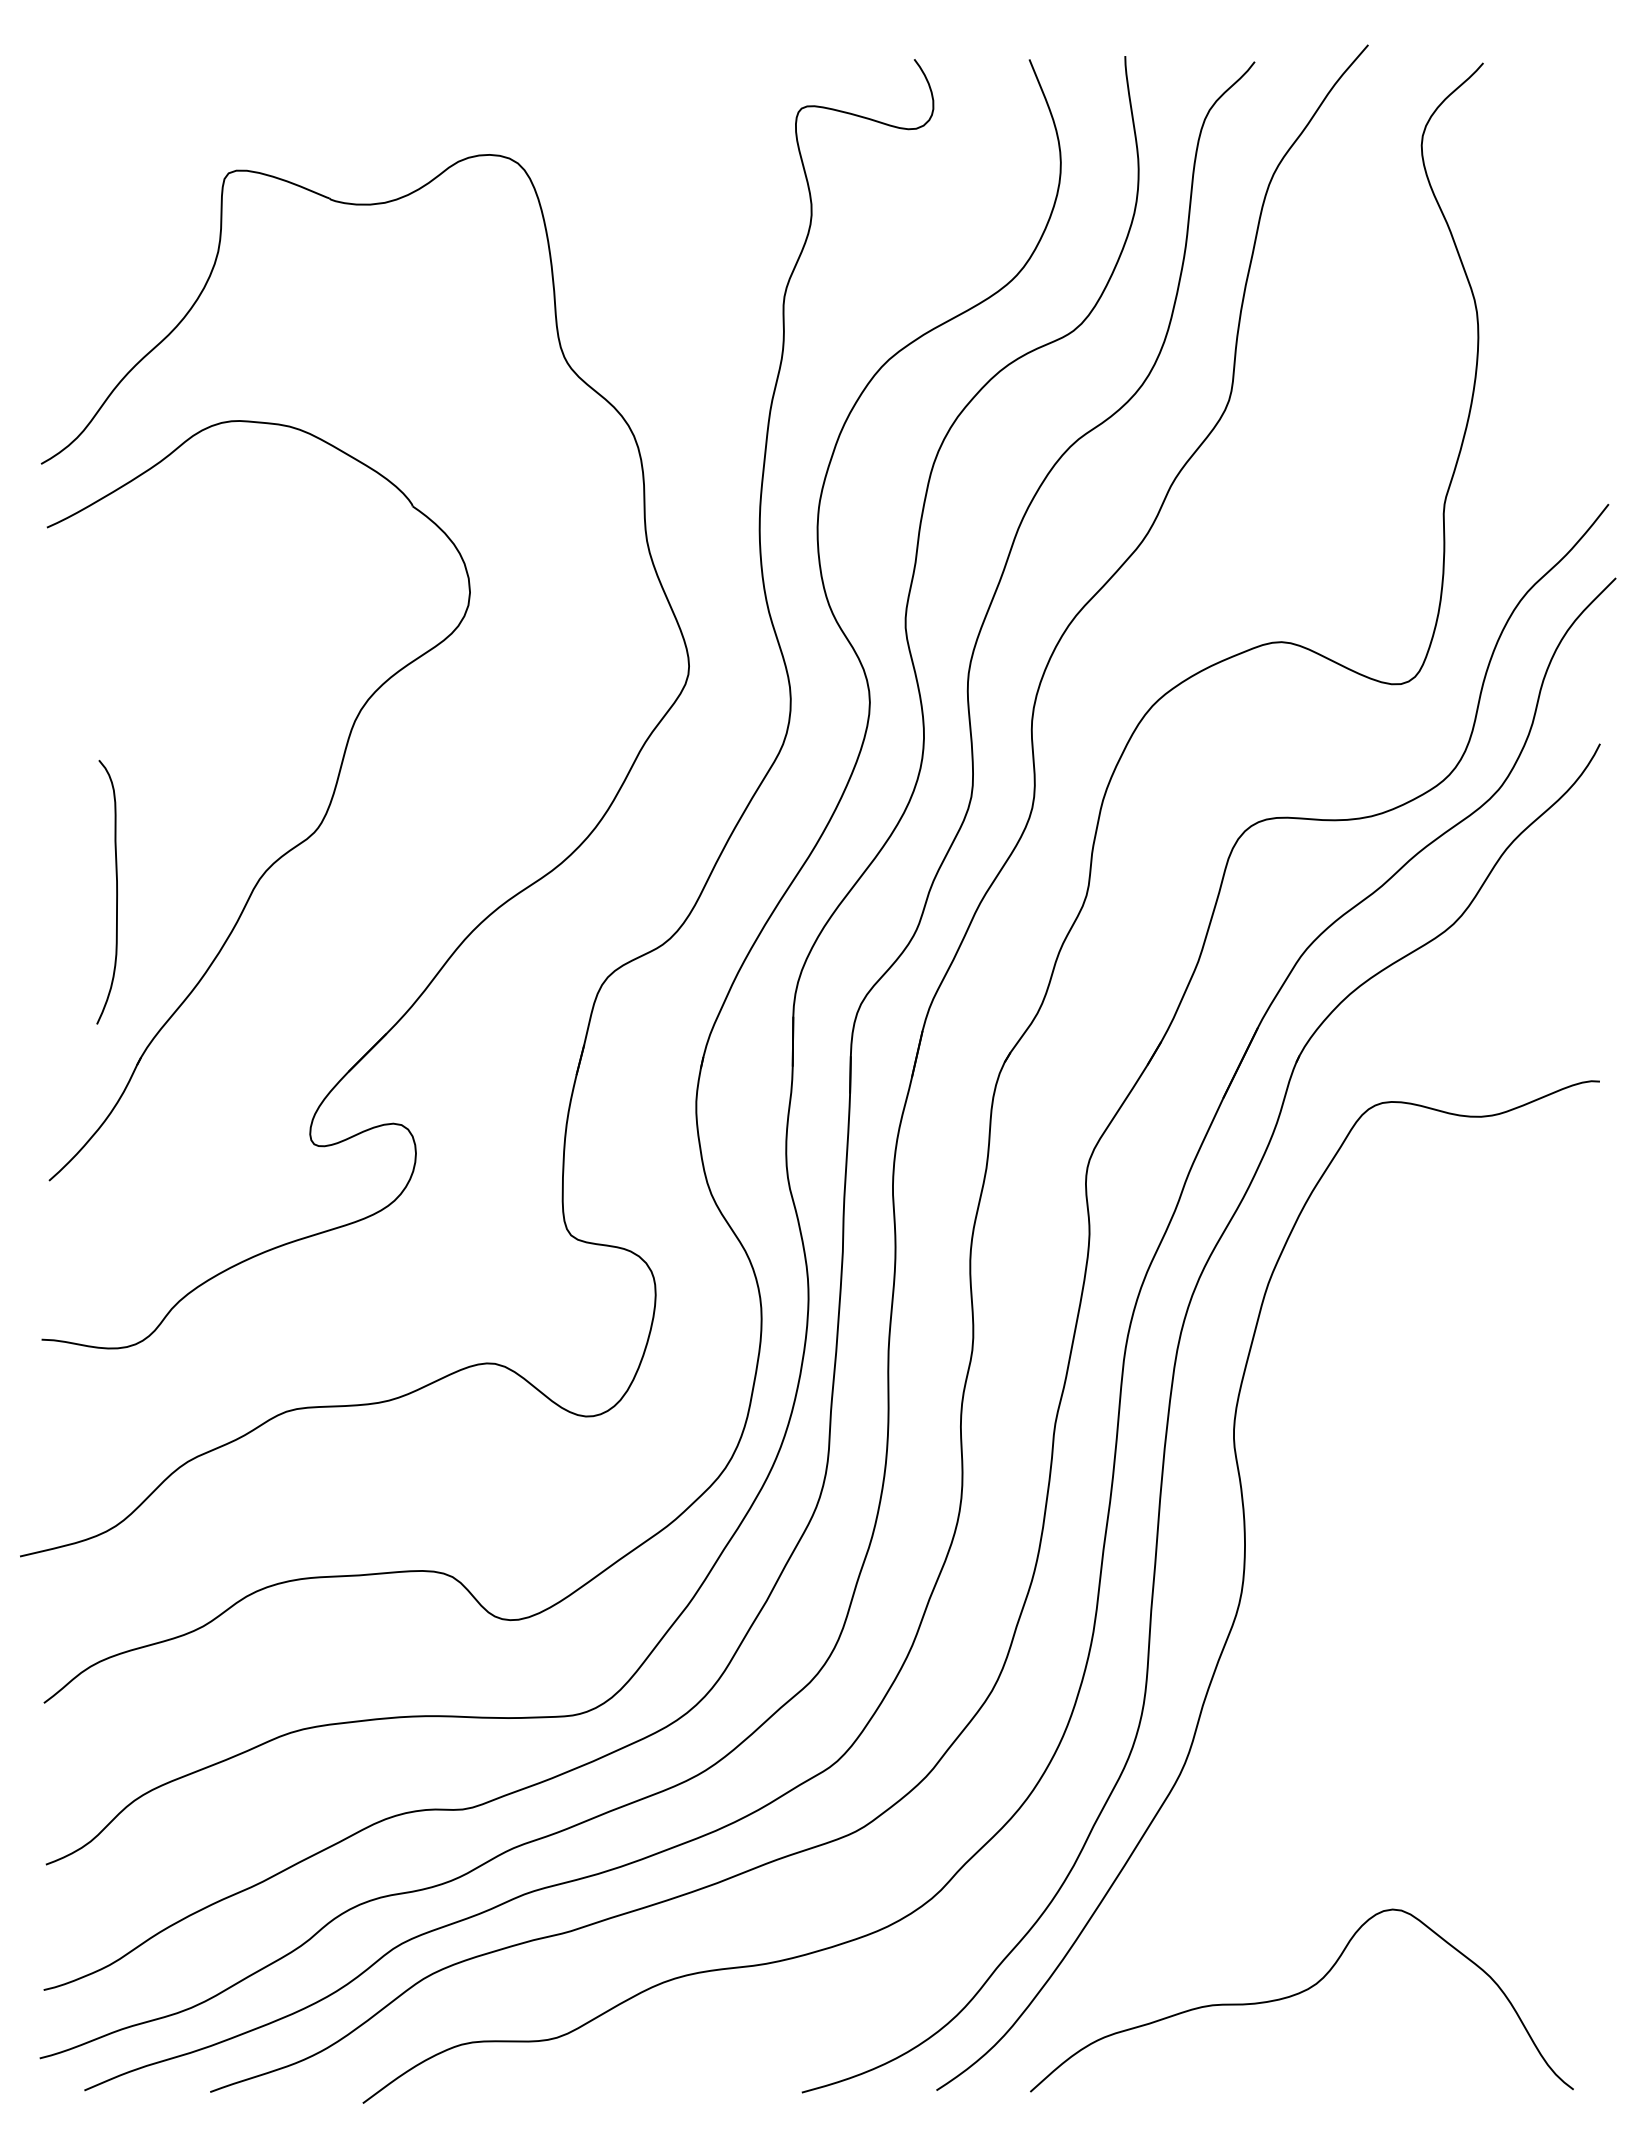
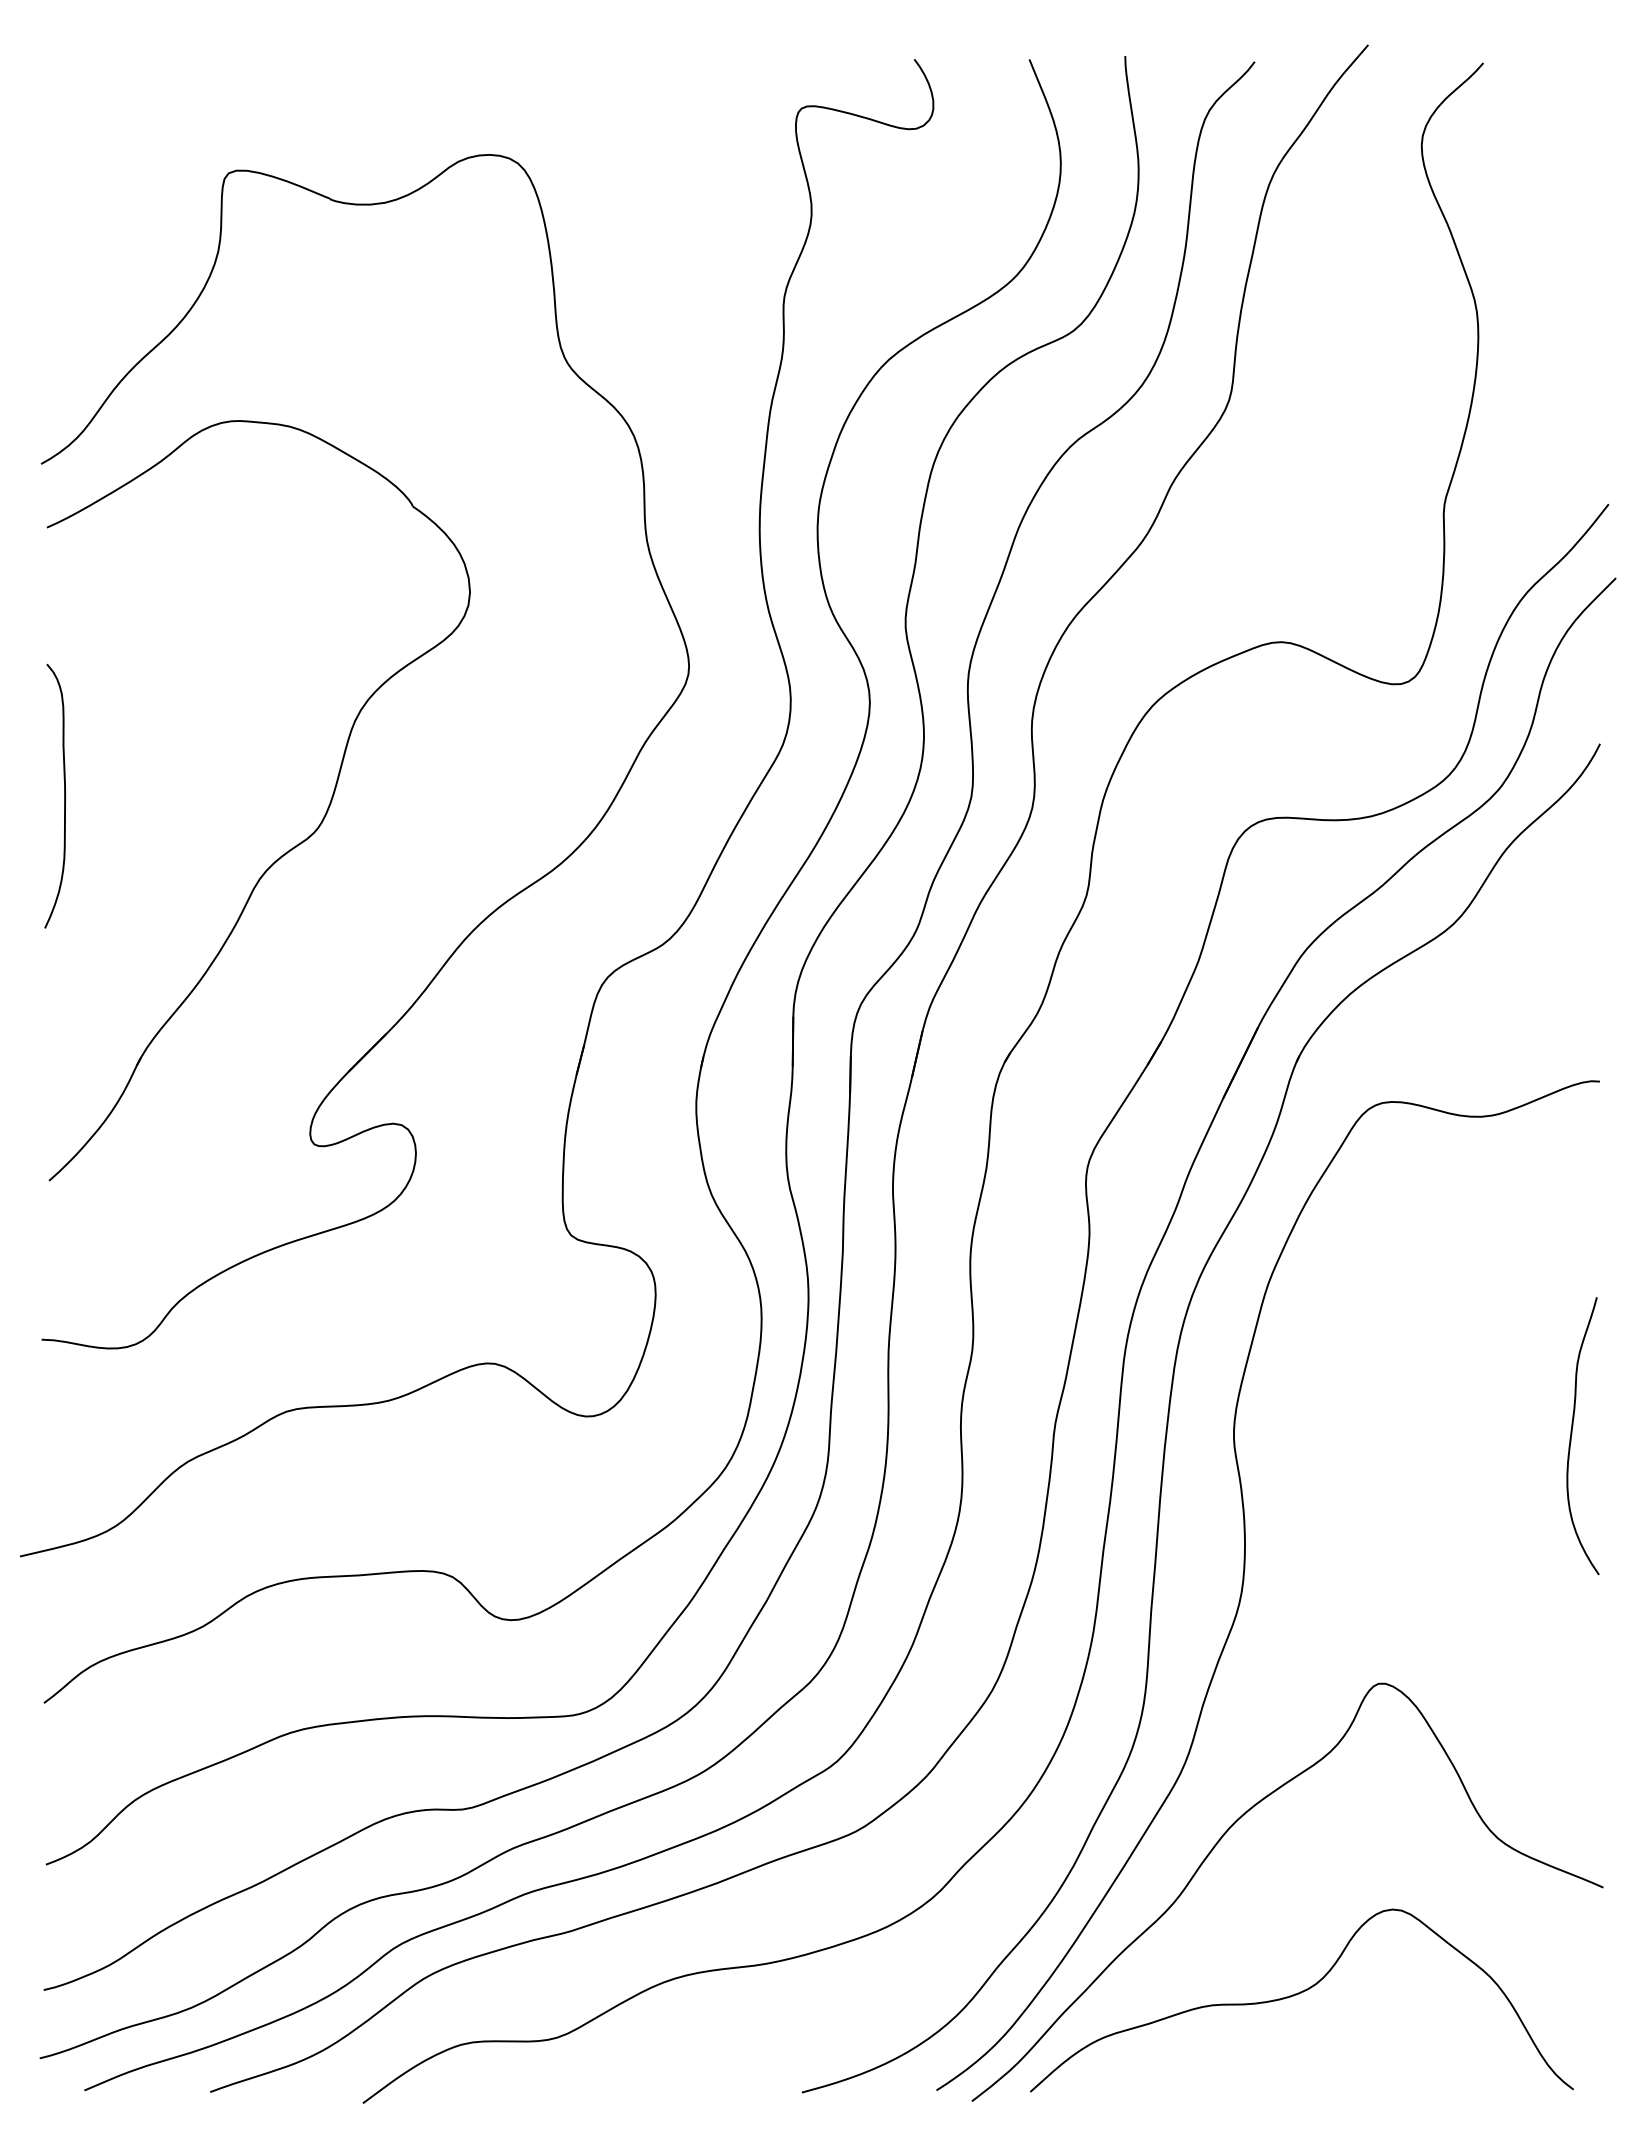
curve at (116, 892) position: (116, 892) -> (64, 796)
curve at (1572, 1434): none -> present
curve at (1221, 1839): none -> present
